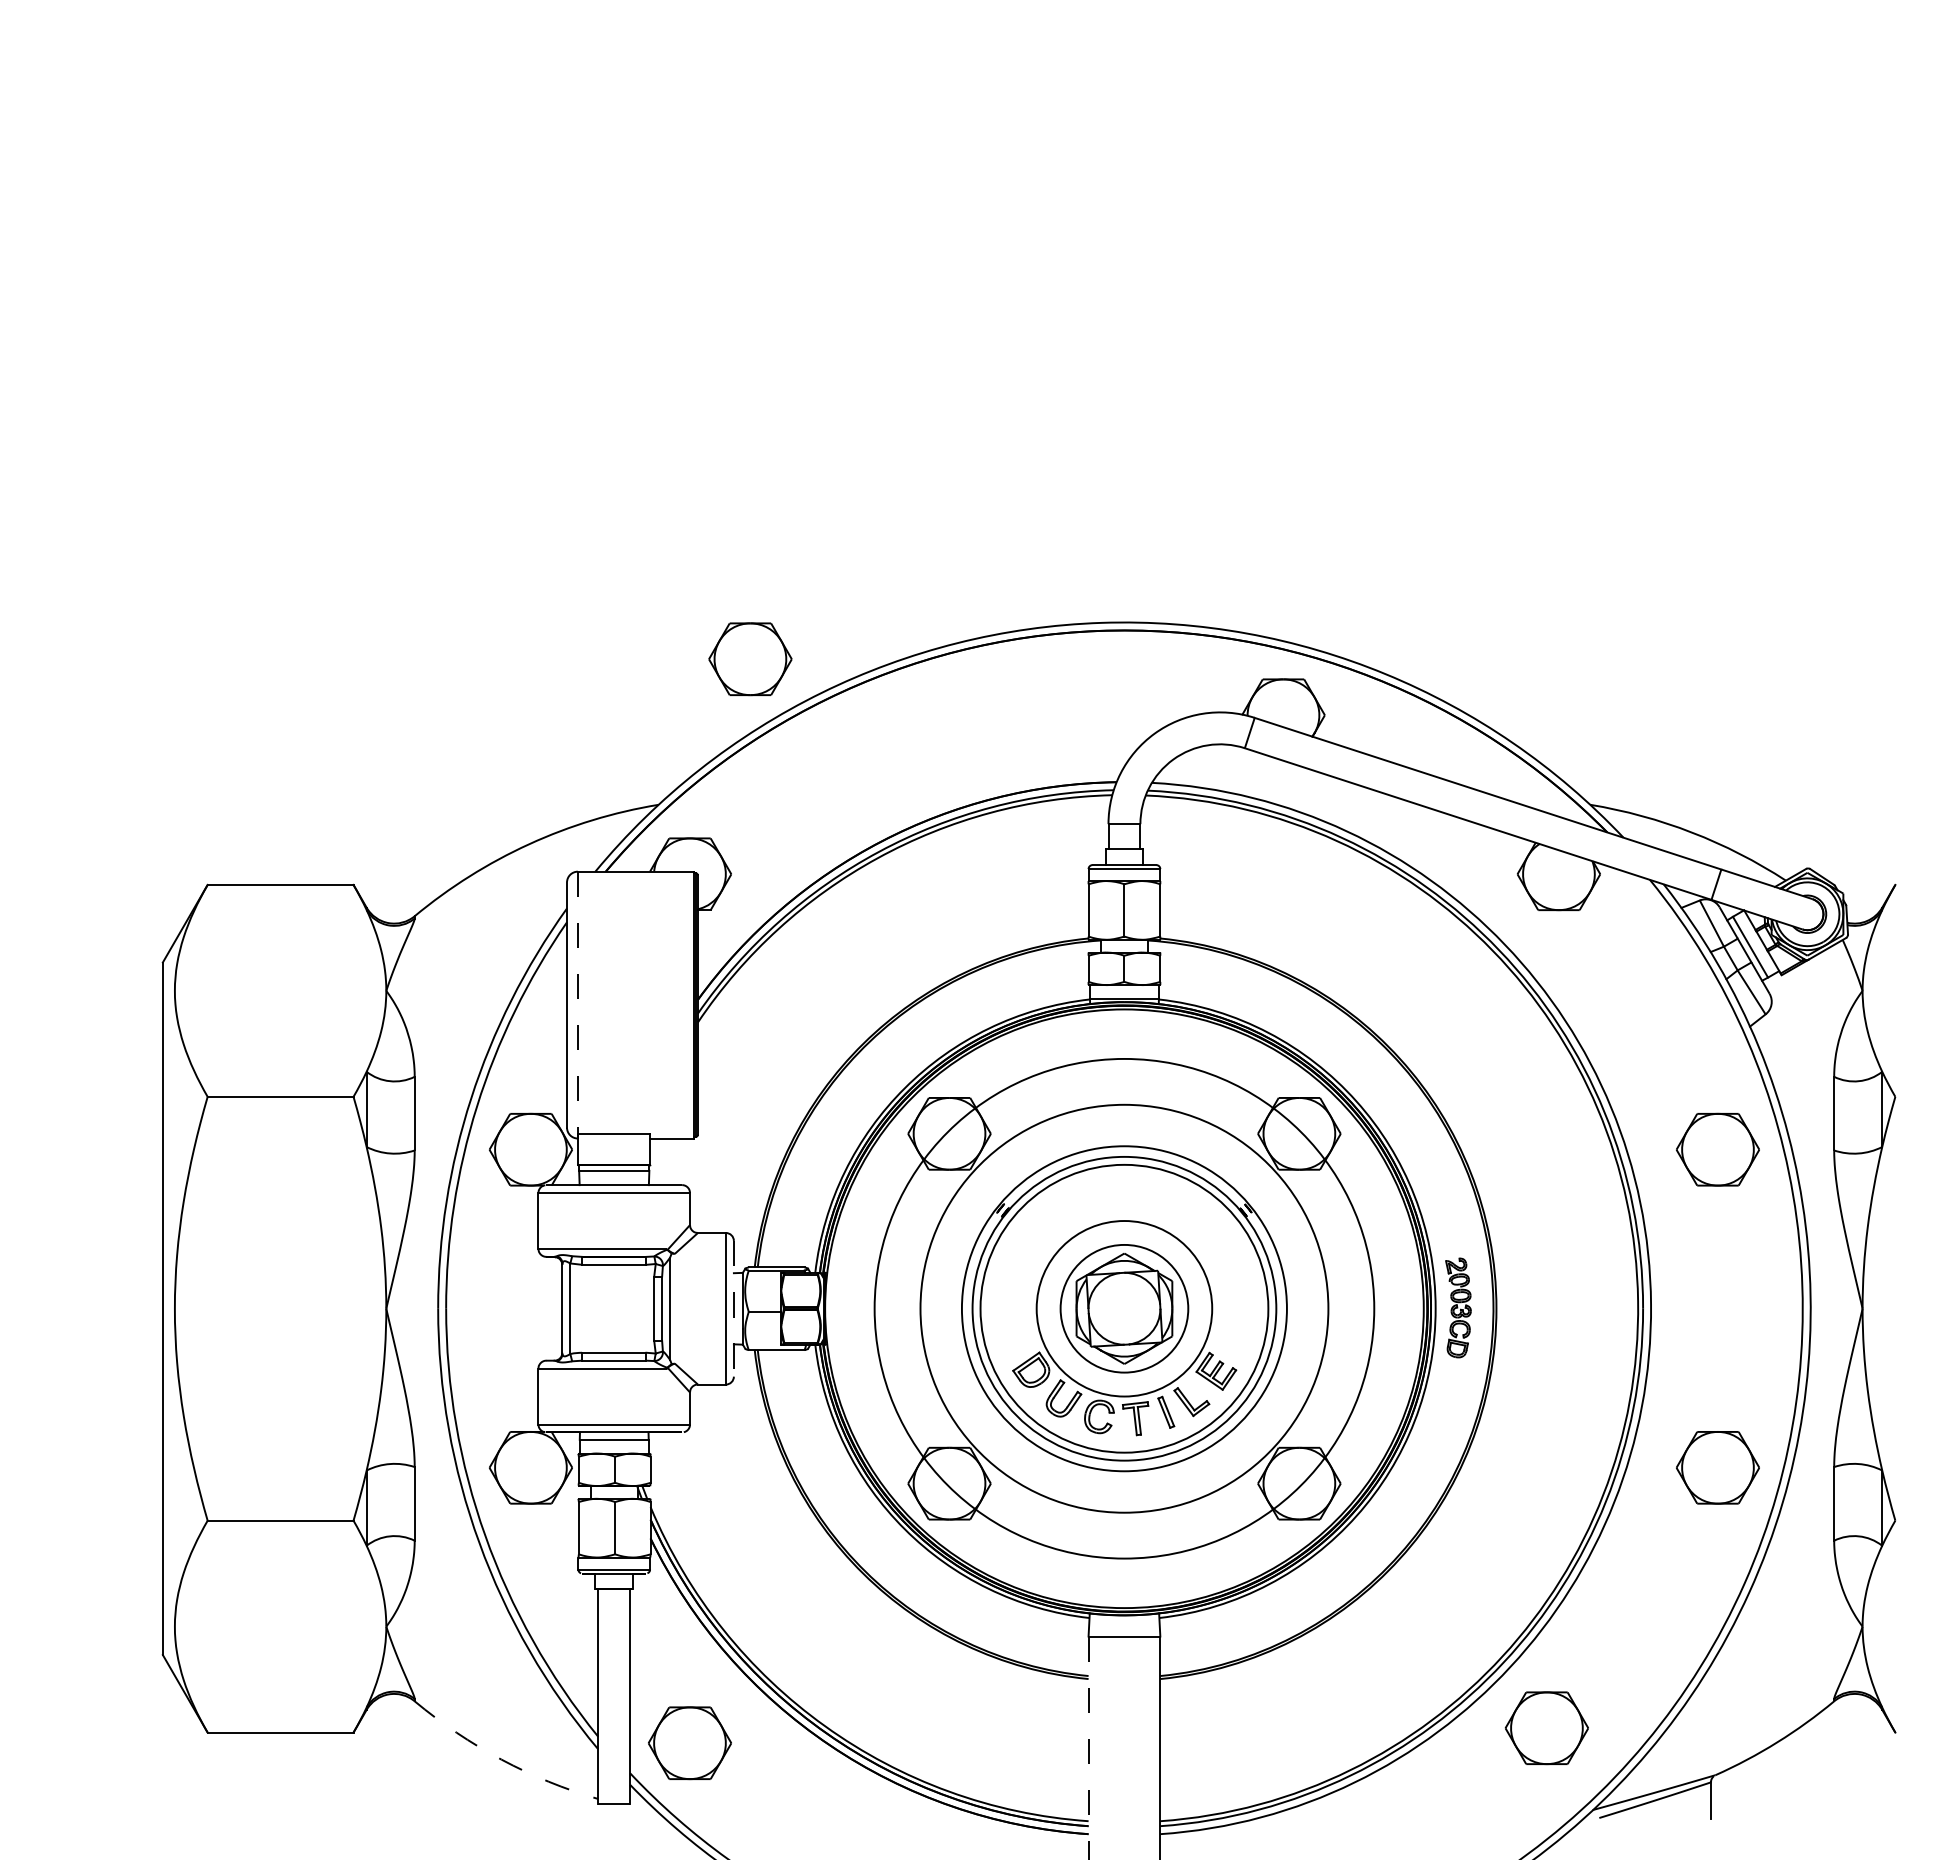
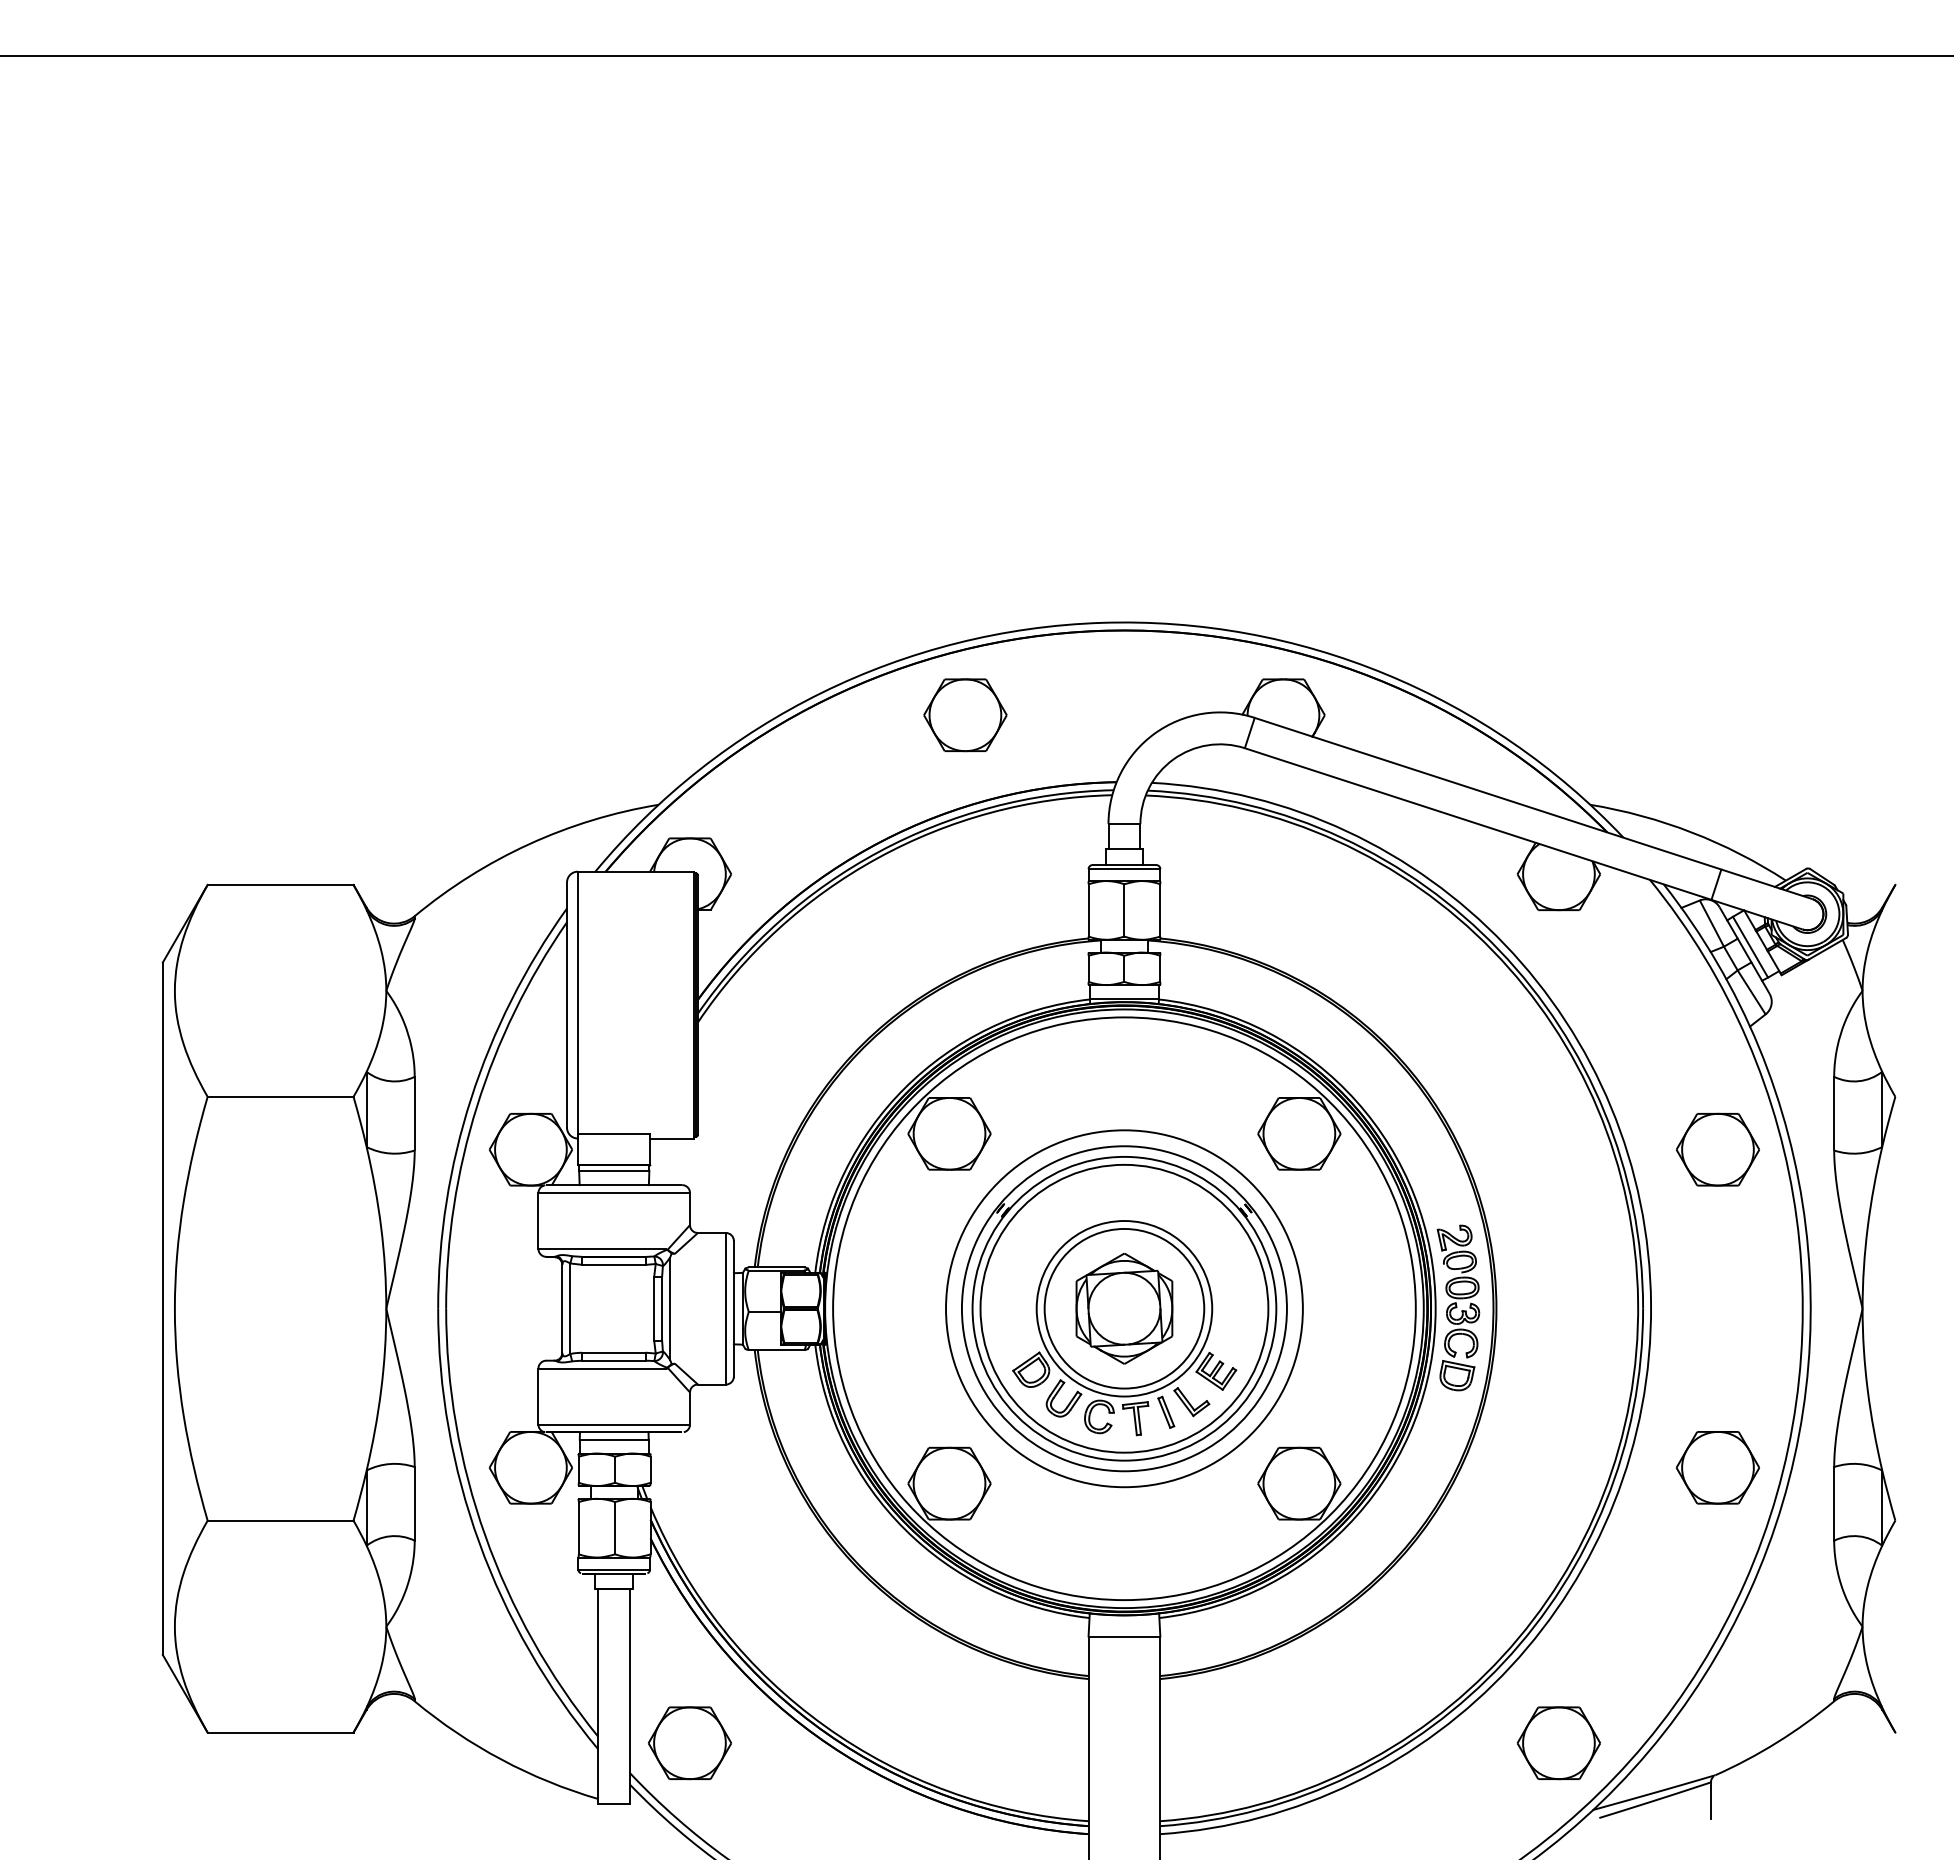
line at (976, 55): none -> present
part at (750, 659) position: (750, 659) -> (965, 715)
line at (577, 1005): dashed -> solid
part at (1458, 1307) size: 27x102 px -> 45x168 px
line at (733, 1308): dashed -> solid
circle at (1124, 1308) diameter: 128 px -> 160 px
circle at (1124, 1308) diameter: 408 px -> 583 px
circle at (1124, 1308) diameter: 500 px -> 357 px
part at (1546, 1728) position: (1546, 1728) -> (1558, 1743)
line at (1088, 1748): dashed -> solid
arc at (501, 1759): dashed -> solid
